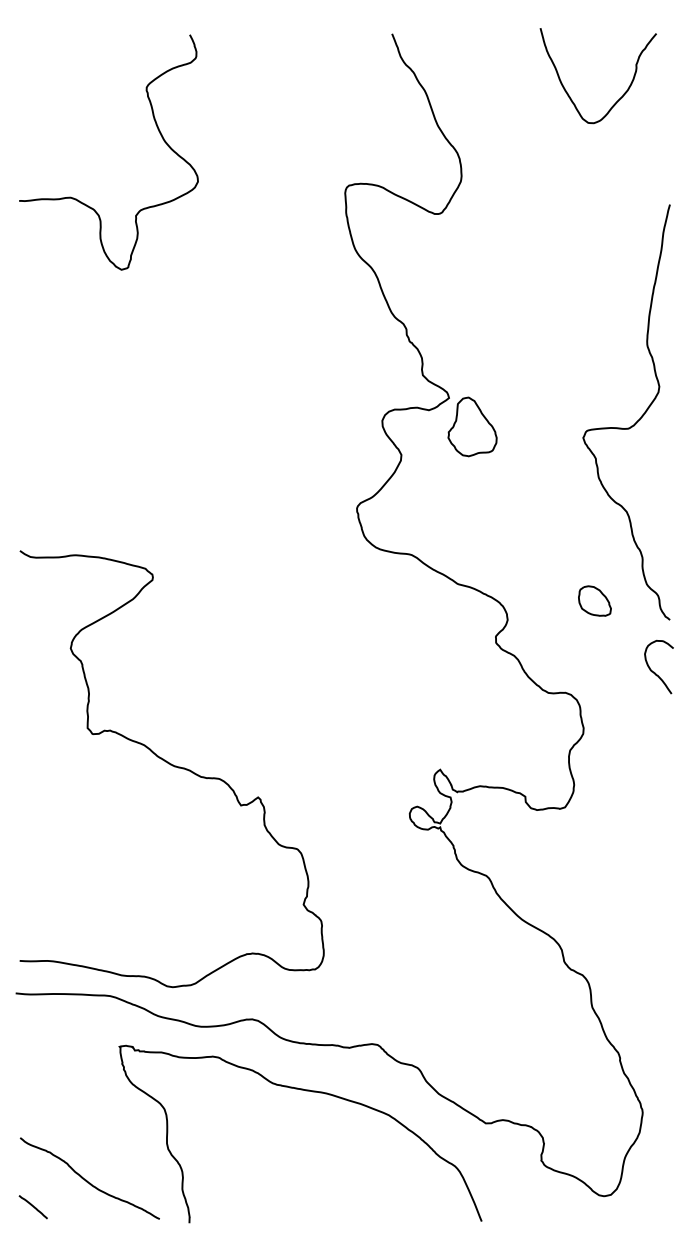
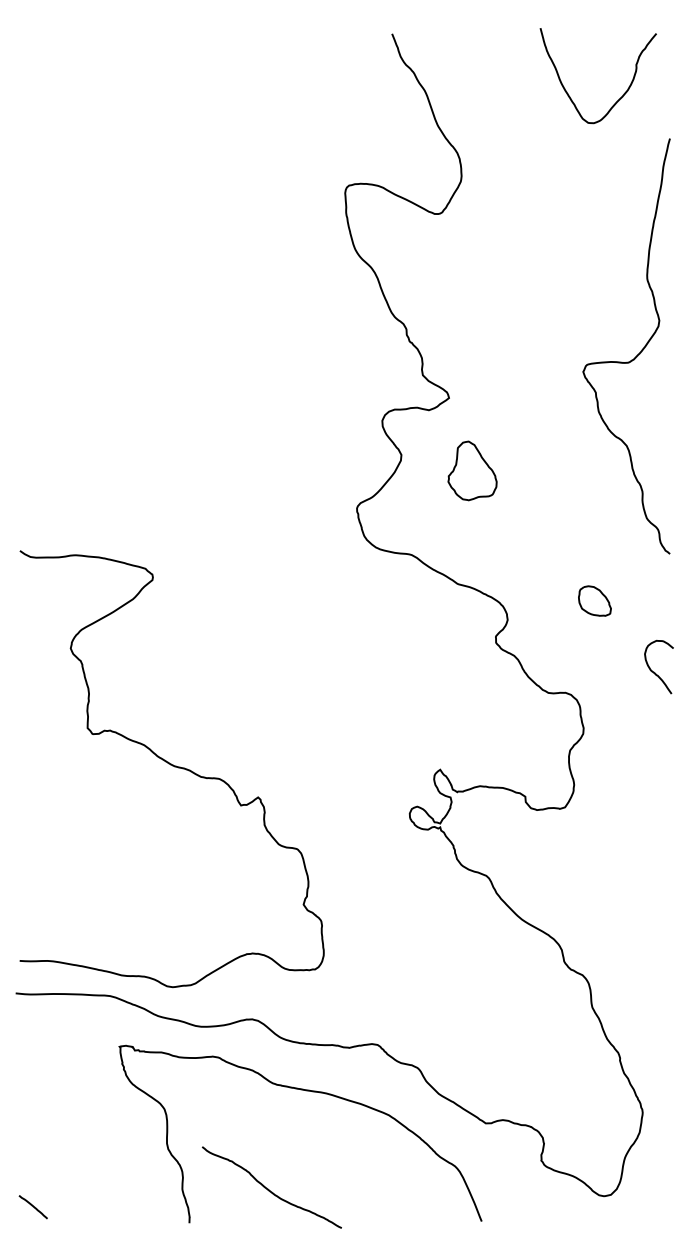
curve at (156, 127): present -> none
curve at (636, 421) position: (636, 421) -> (636, 355)
part at (472, 426) position: (472, 426) -> (472, 470)
curve at (87, 1180) position: (87, 1180) -> (269, 1189)
